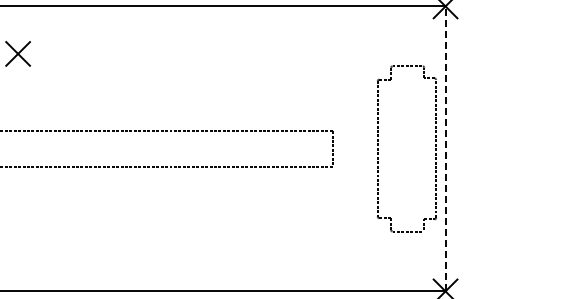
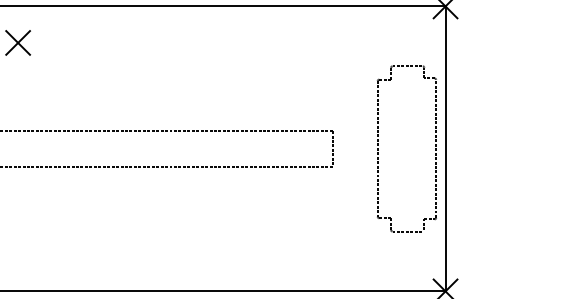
part at (17, 53) position: (17, 53) -> (17, 42)
line at (445, 148): dashed -> solid
